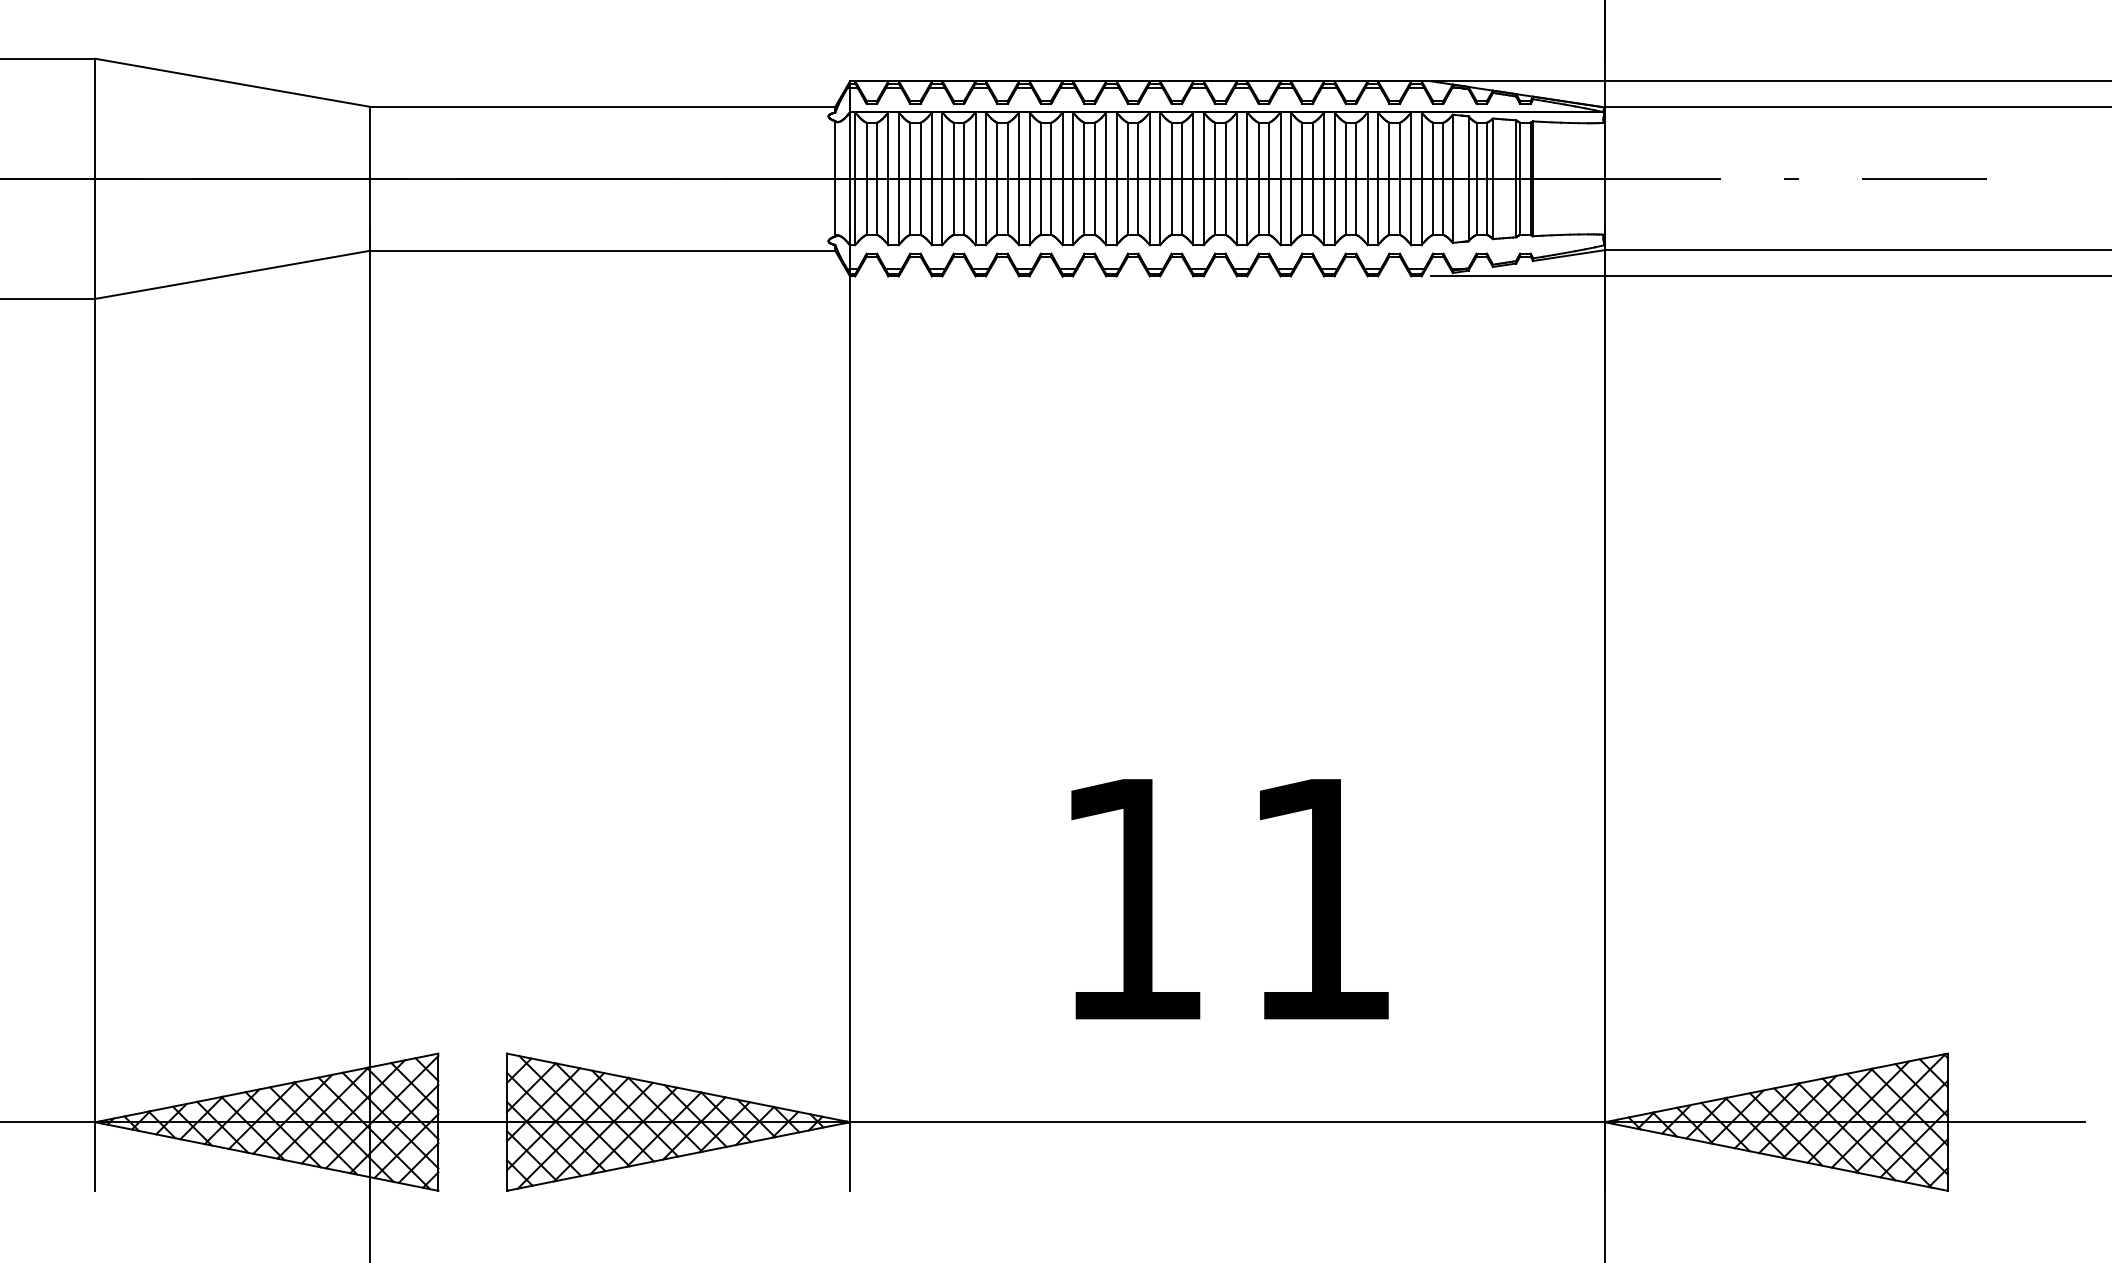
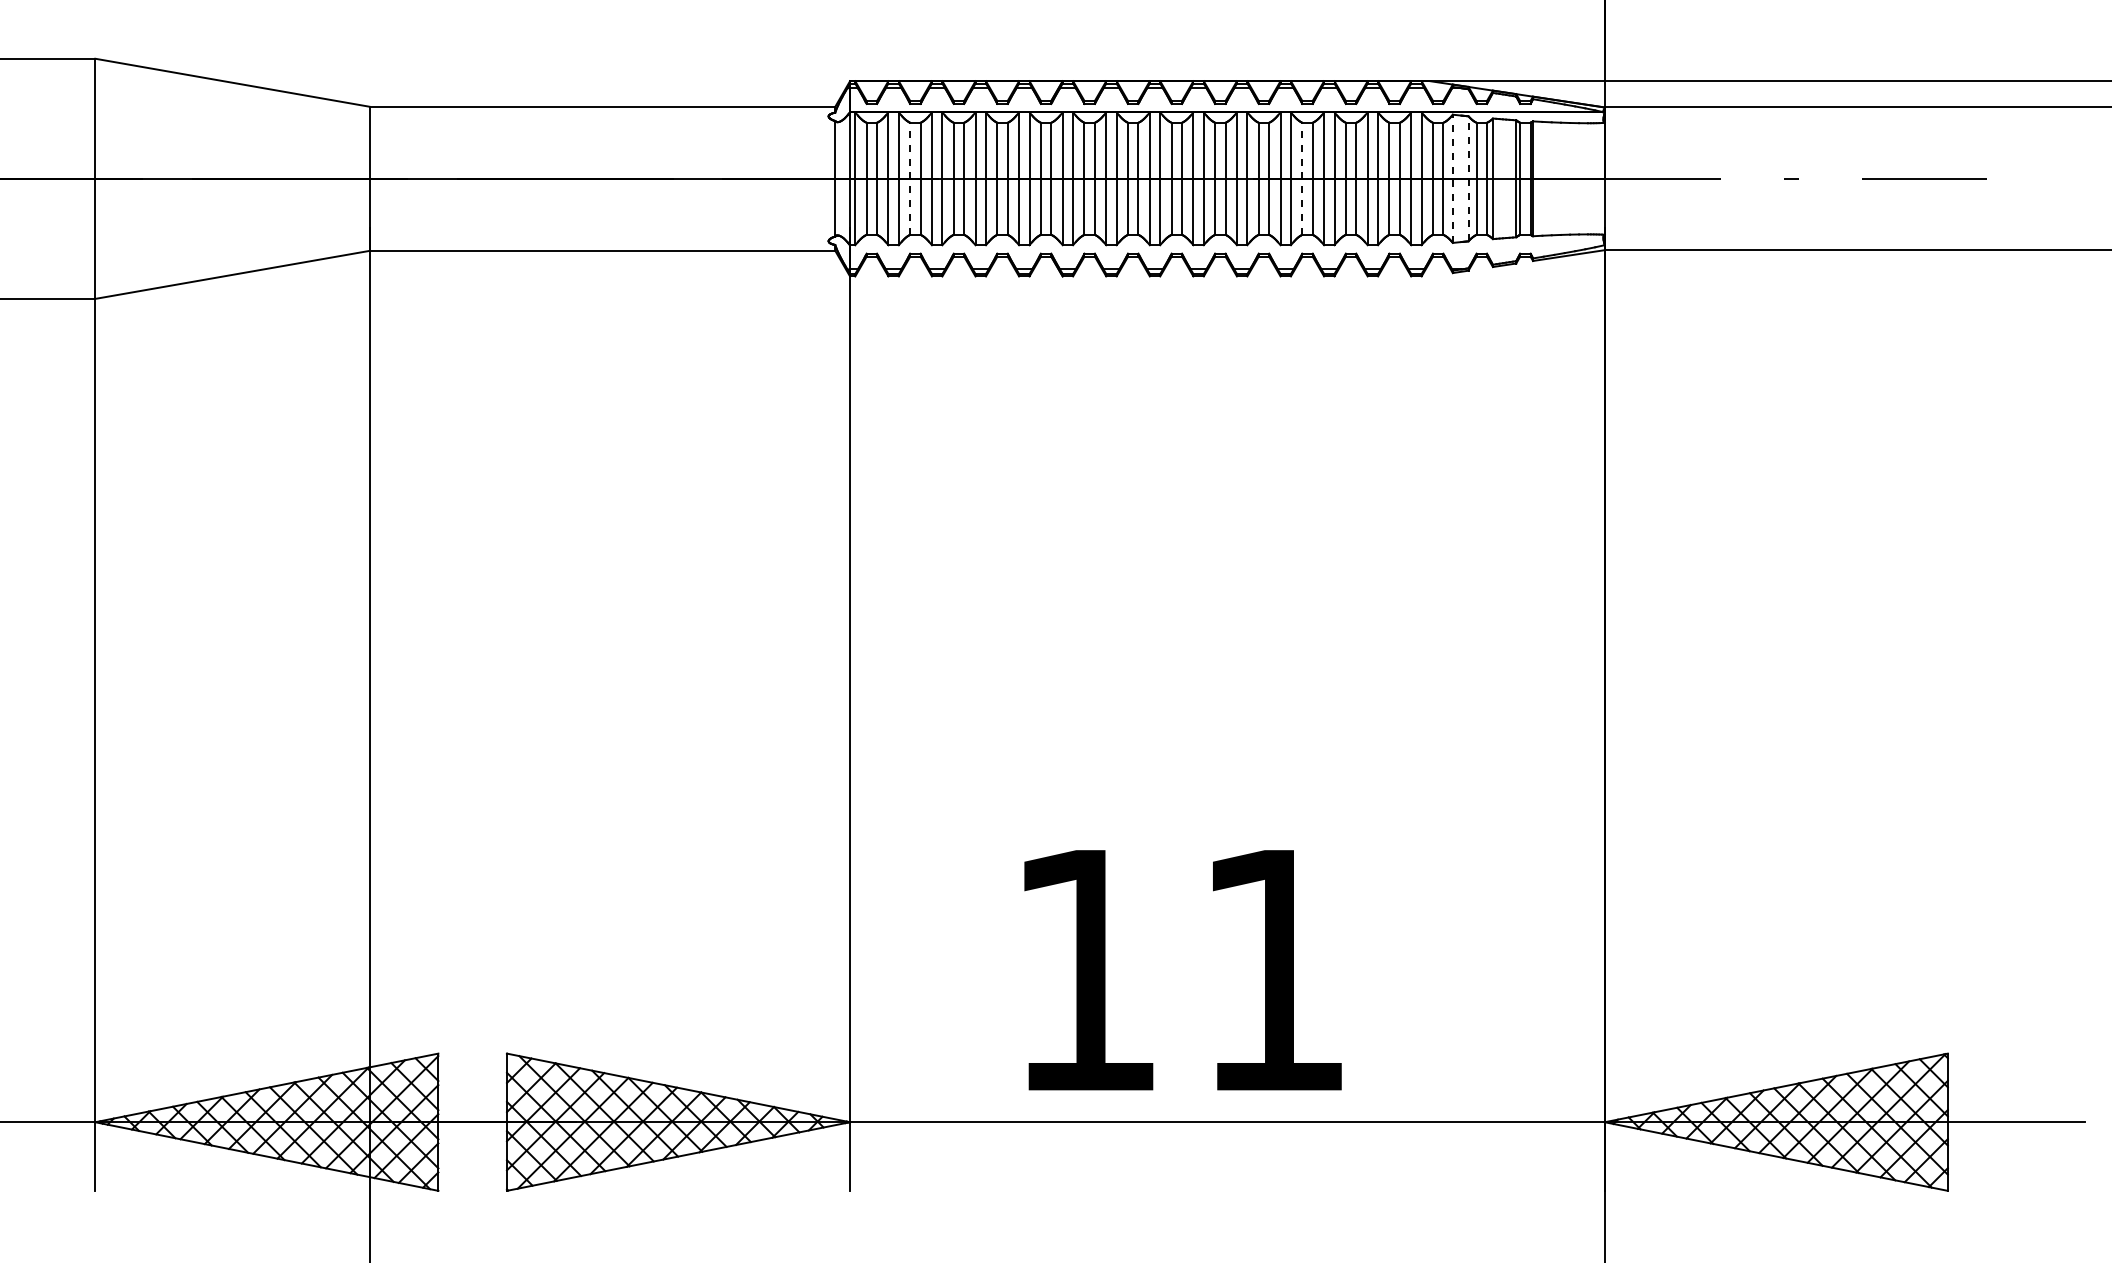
line at (910, 178): solid -> dashed
line at (1302, 178): solid -> dashed
line at (1452, 178): solid -> dashed
line at (1468, 178): solid -> dashed
line at (1769, 276): present -> none
text at (1229, 899) position: (1229, 899) -> (1182, 970)
